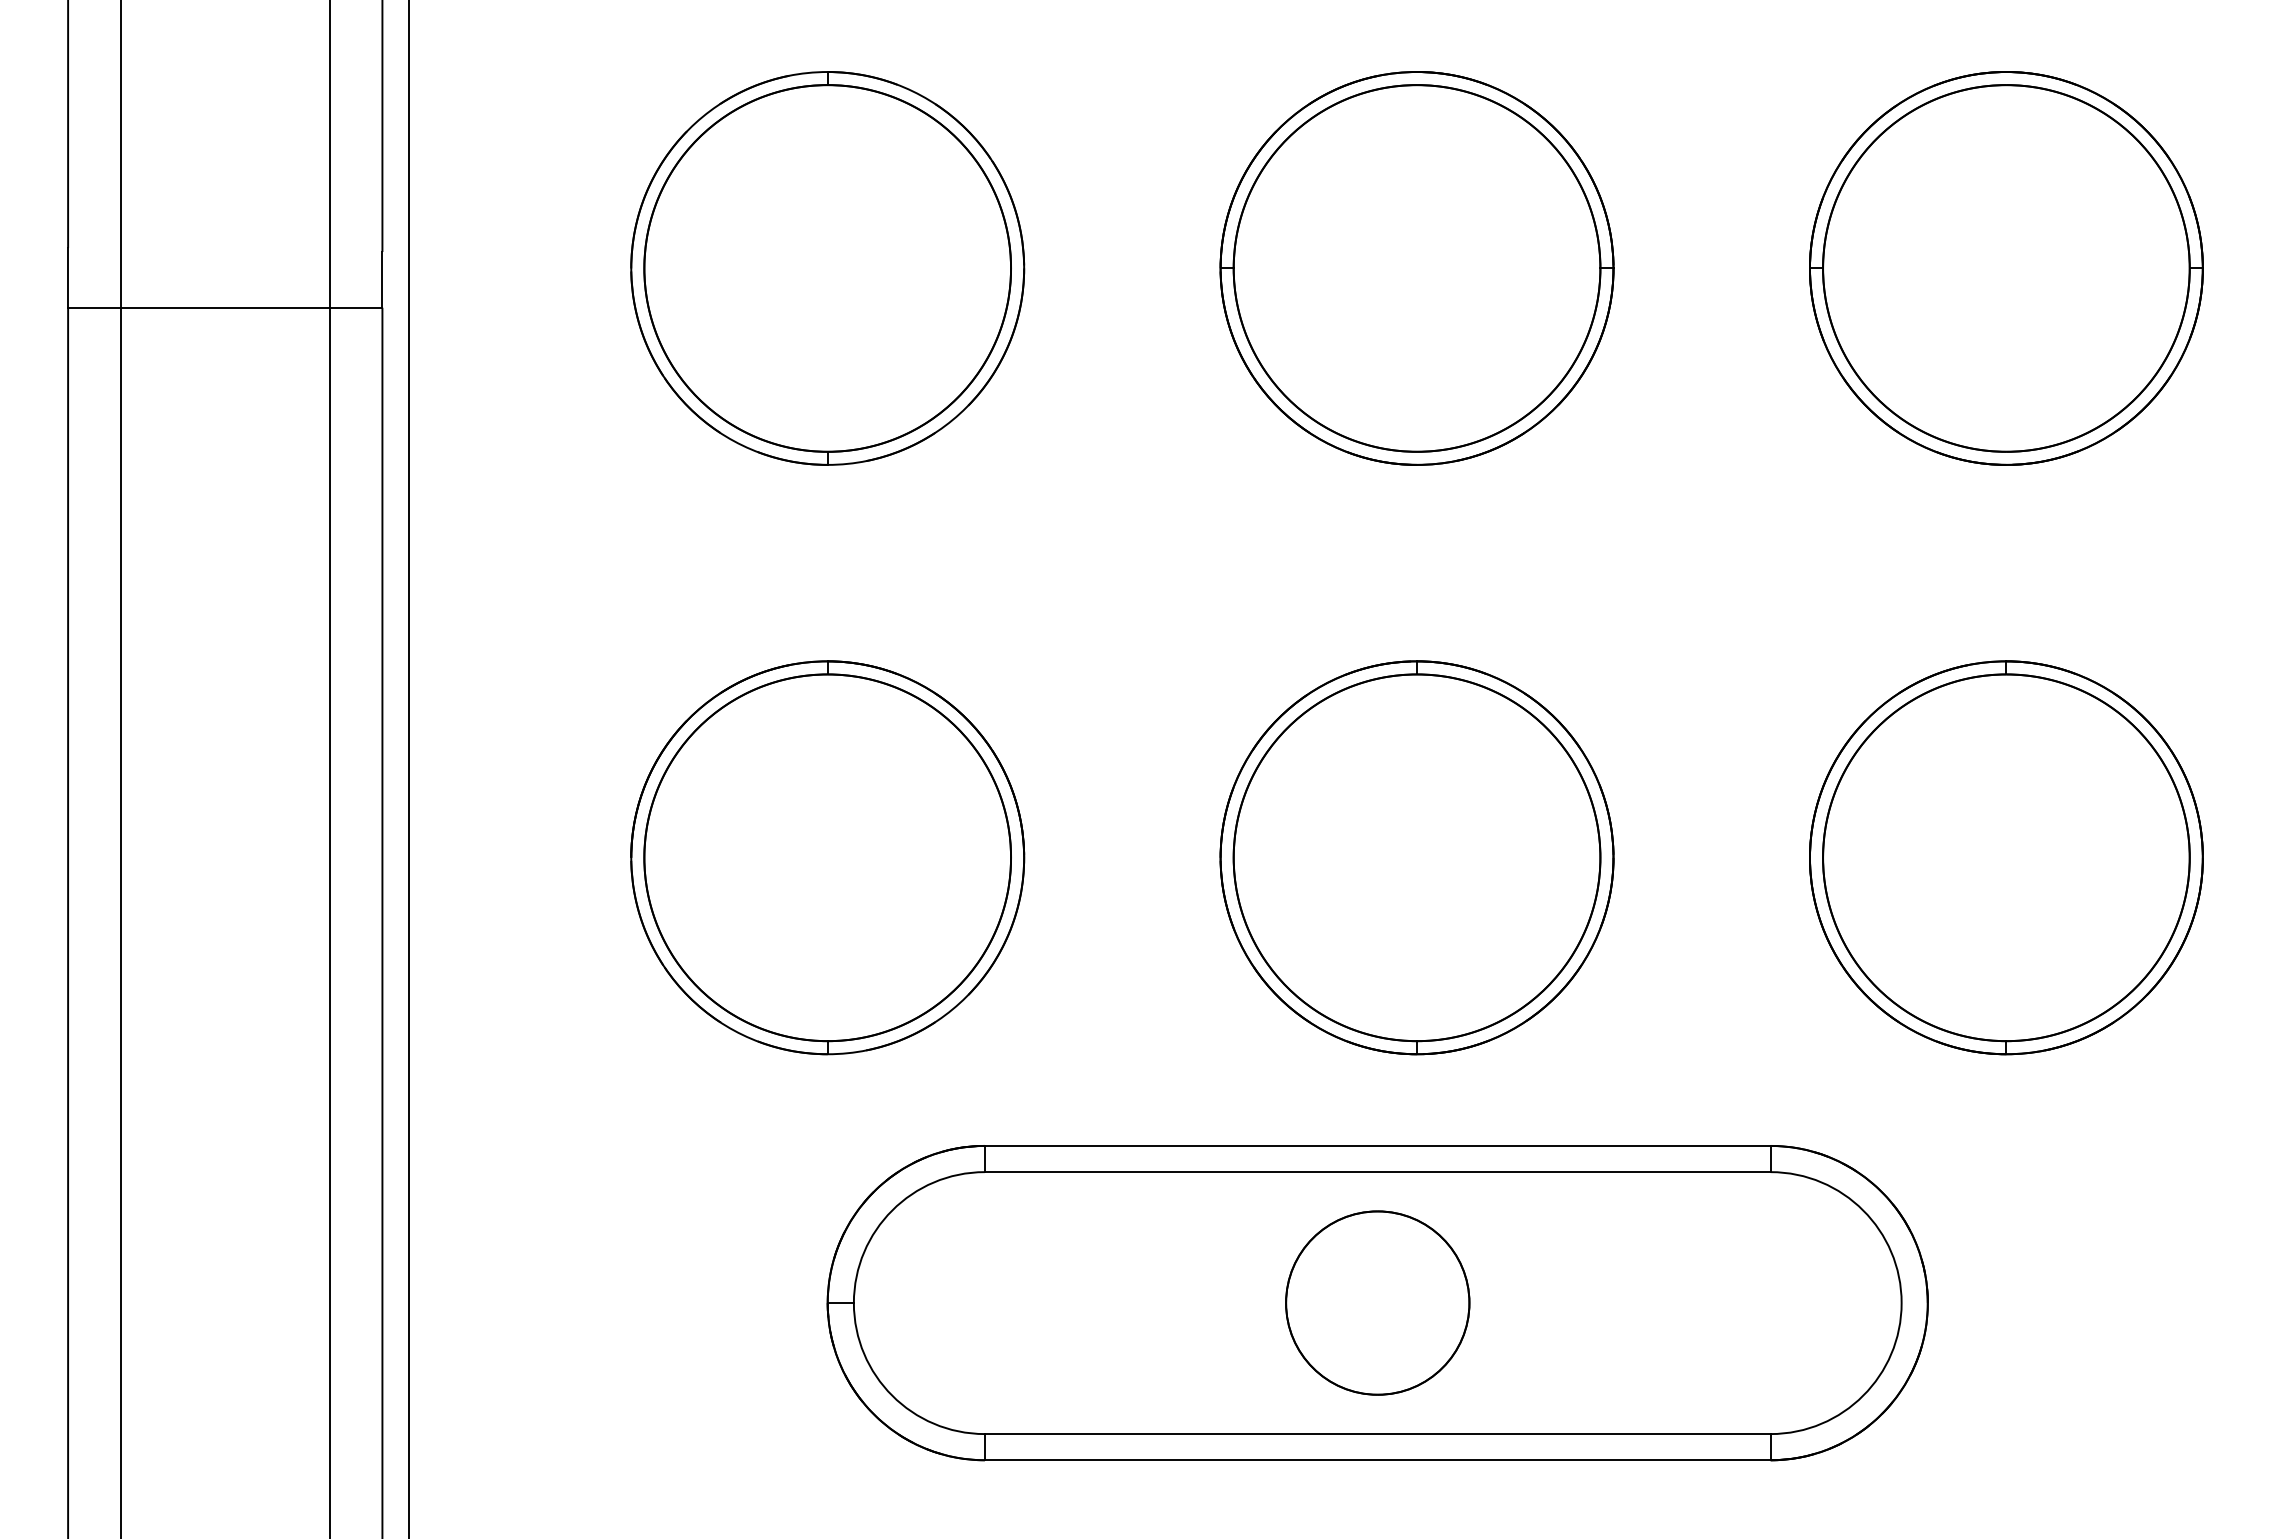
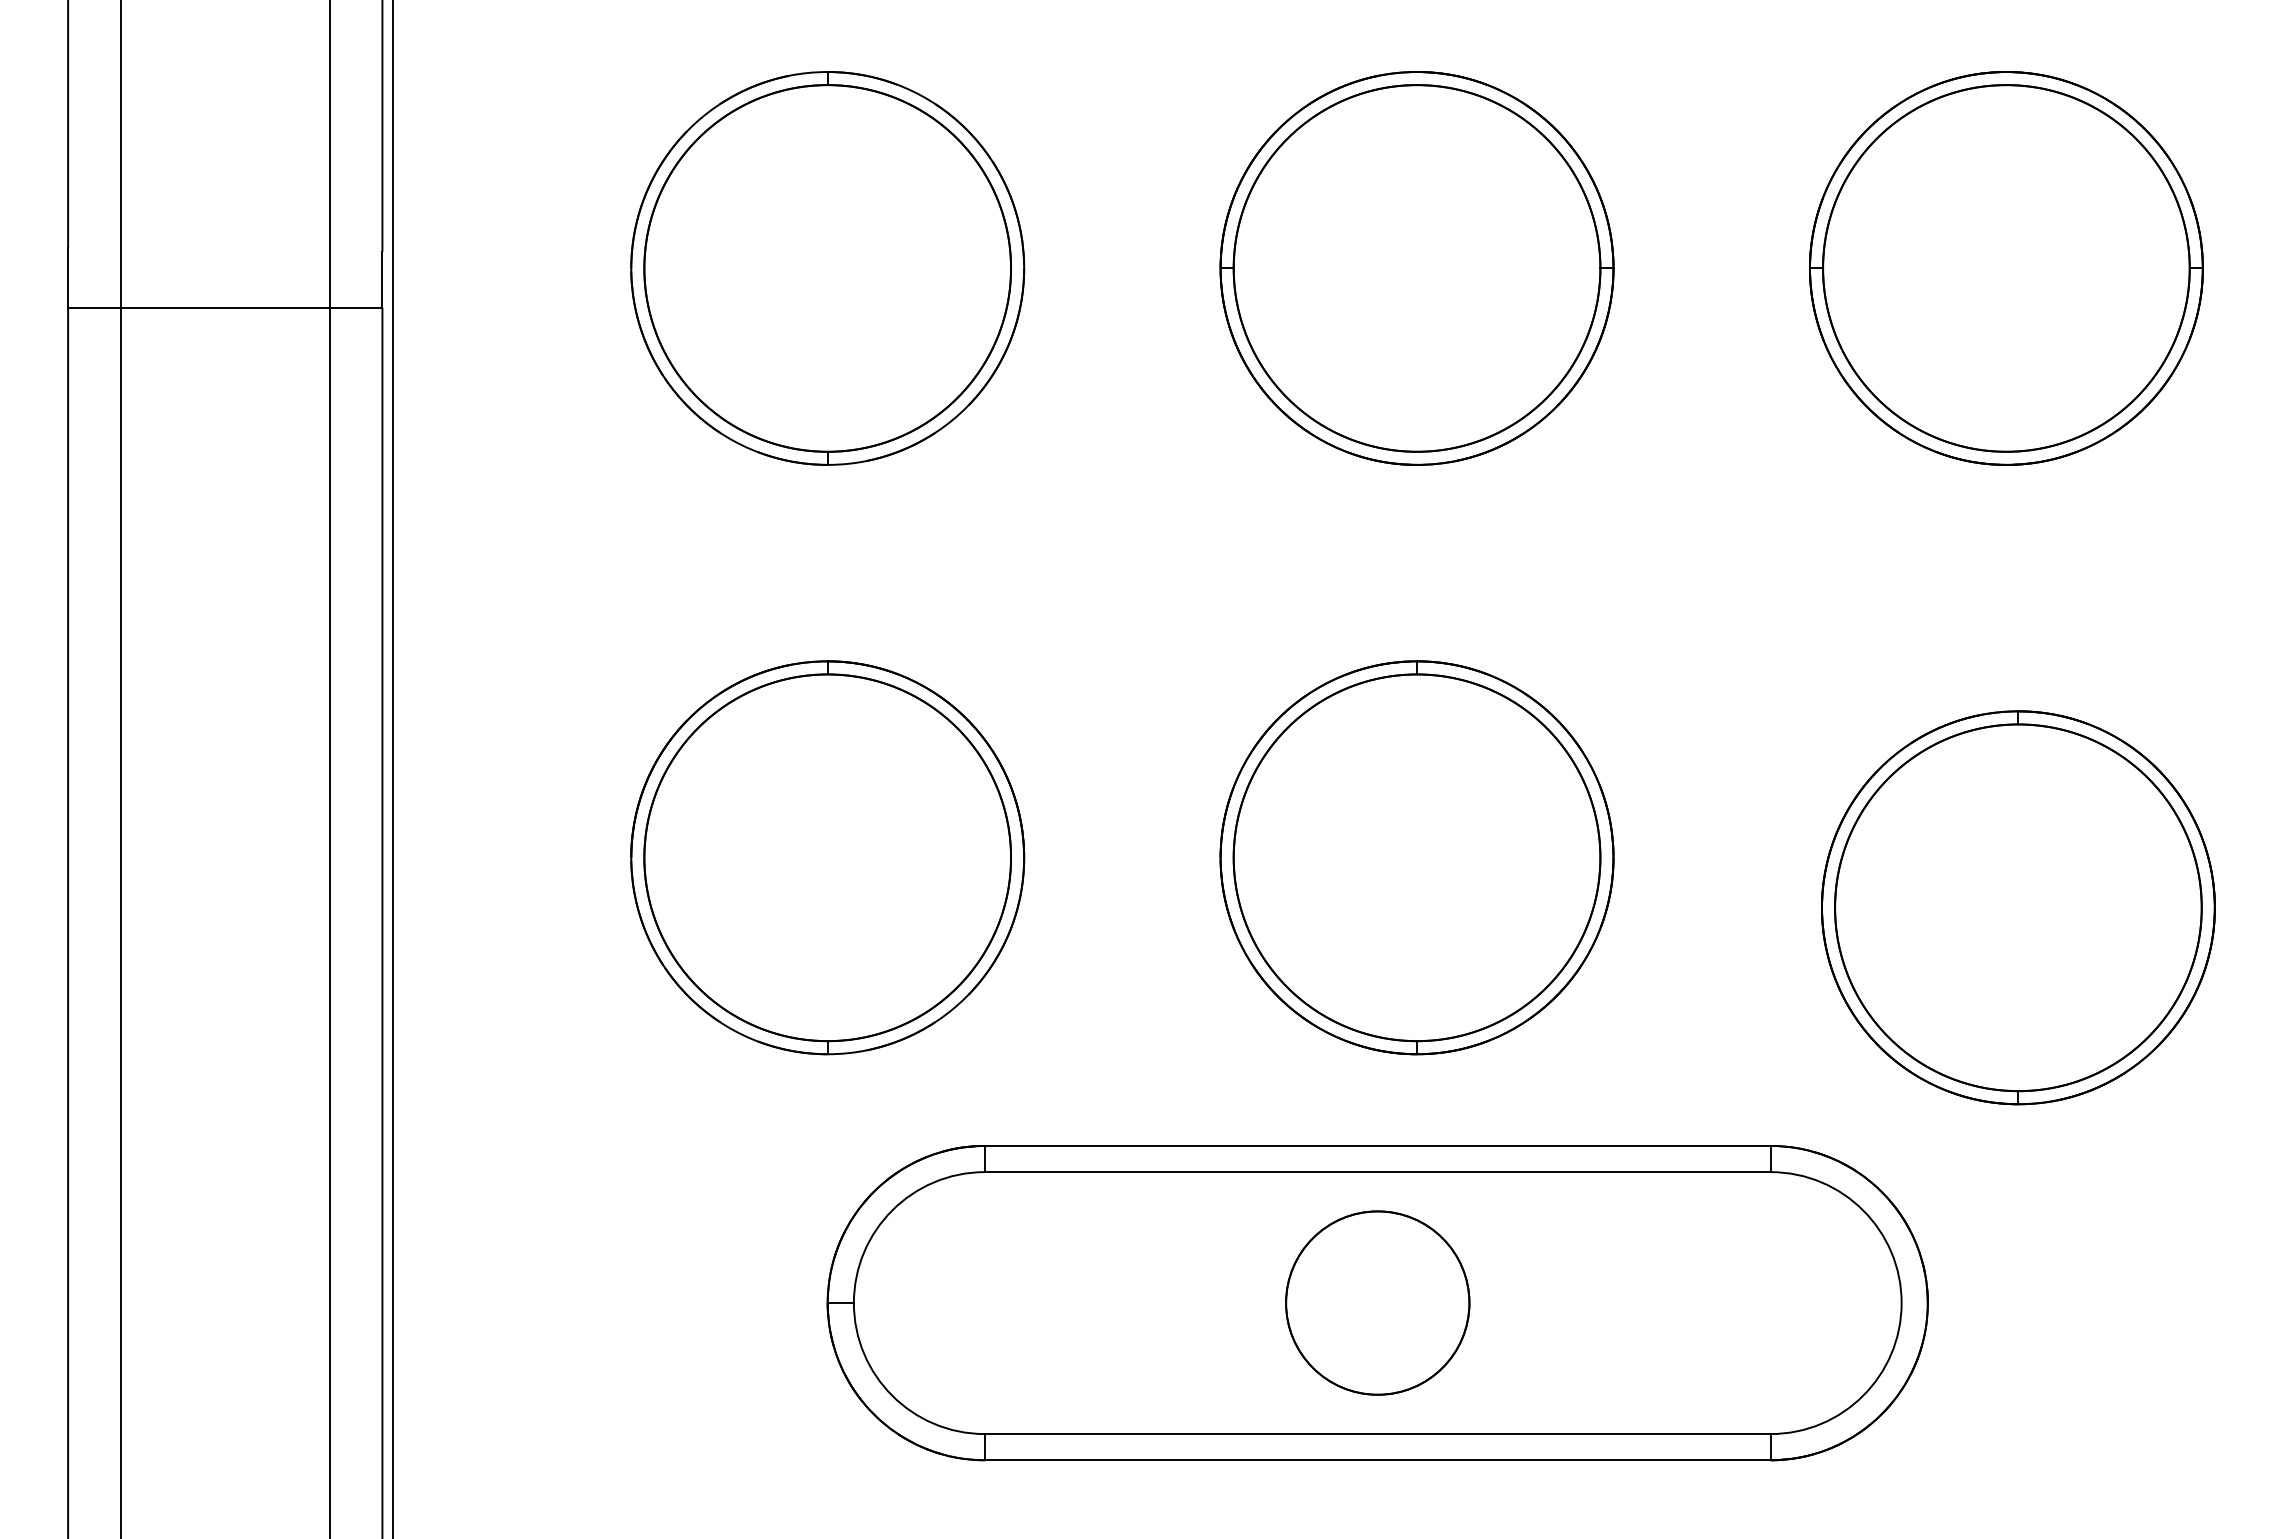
line at (408, 768) position: (408, 768) -> (392, 768)
part at (2006, 857) position: (2006, 857) -> (2018, 907)
